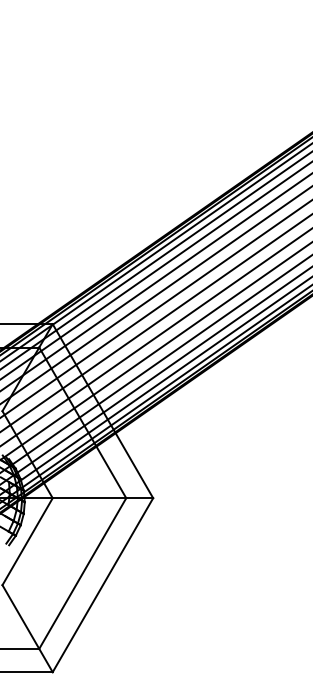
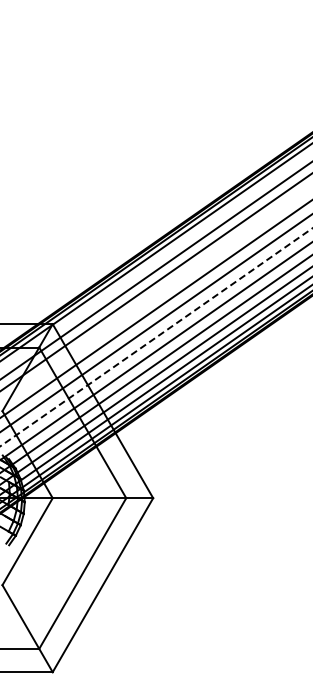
line at (155, 260): present -> none
line at (155, 294): present -> none
line at (156, 337): solid -> dashed
